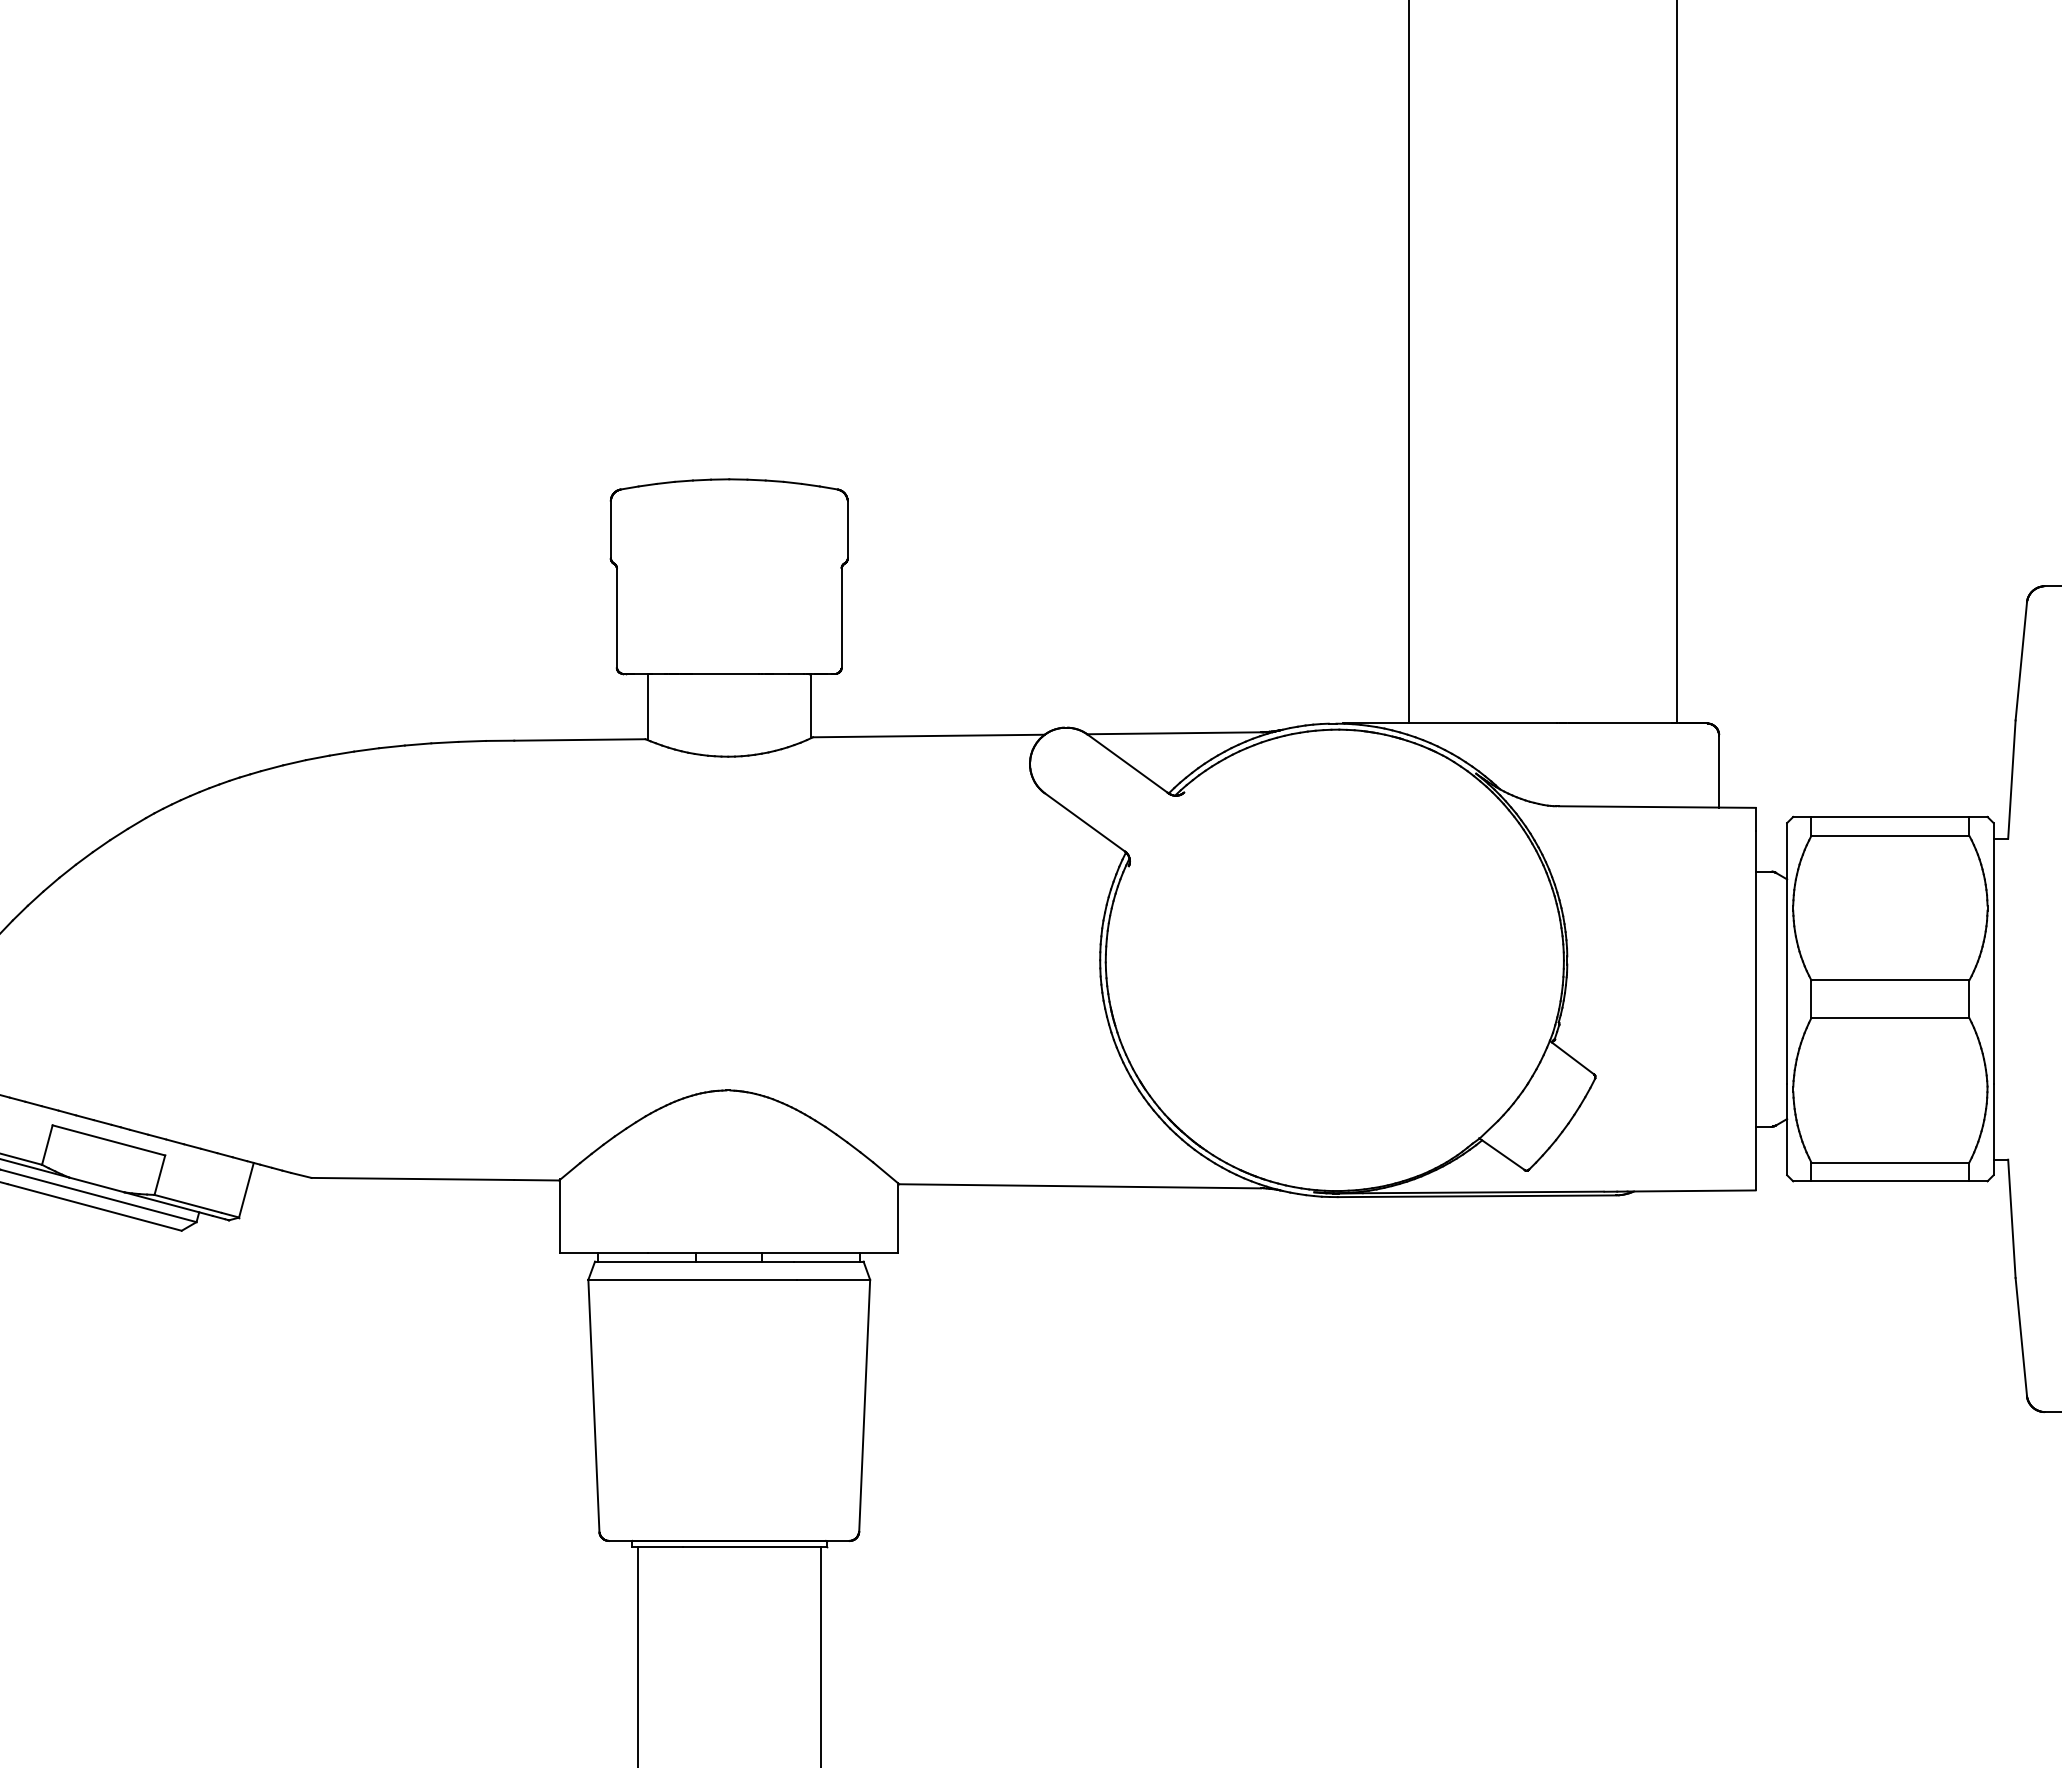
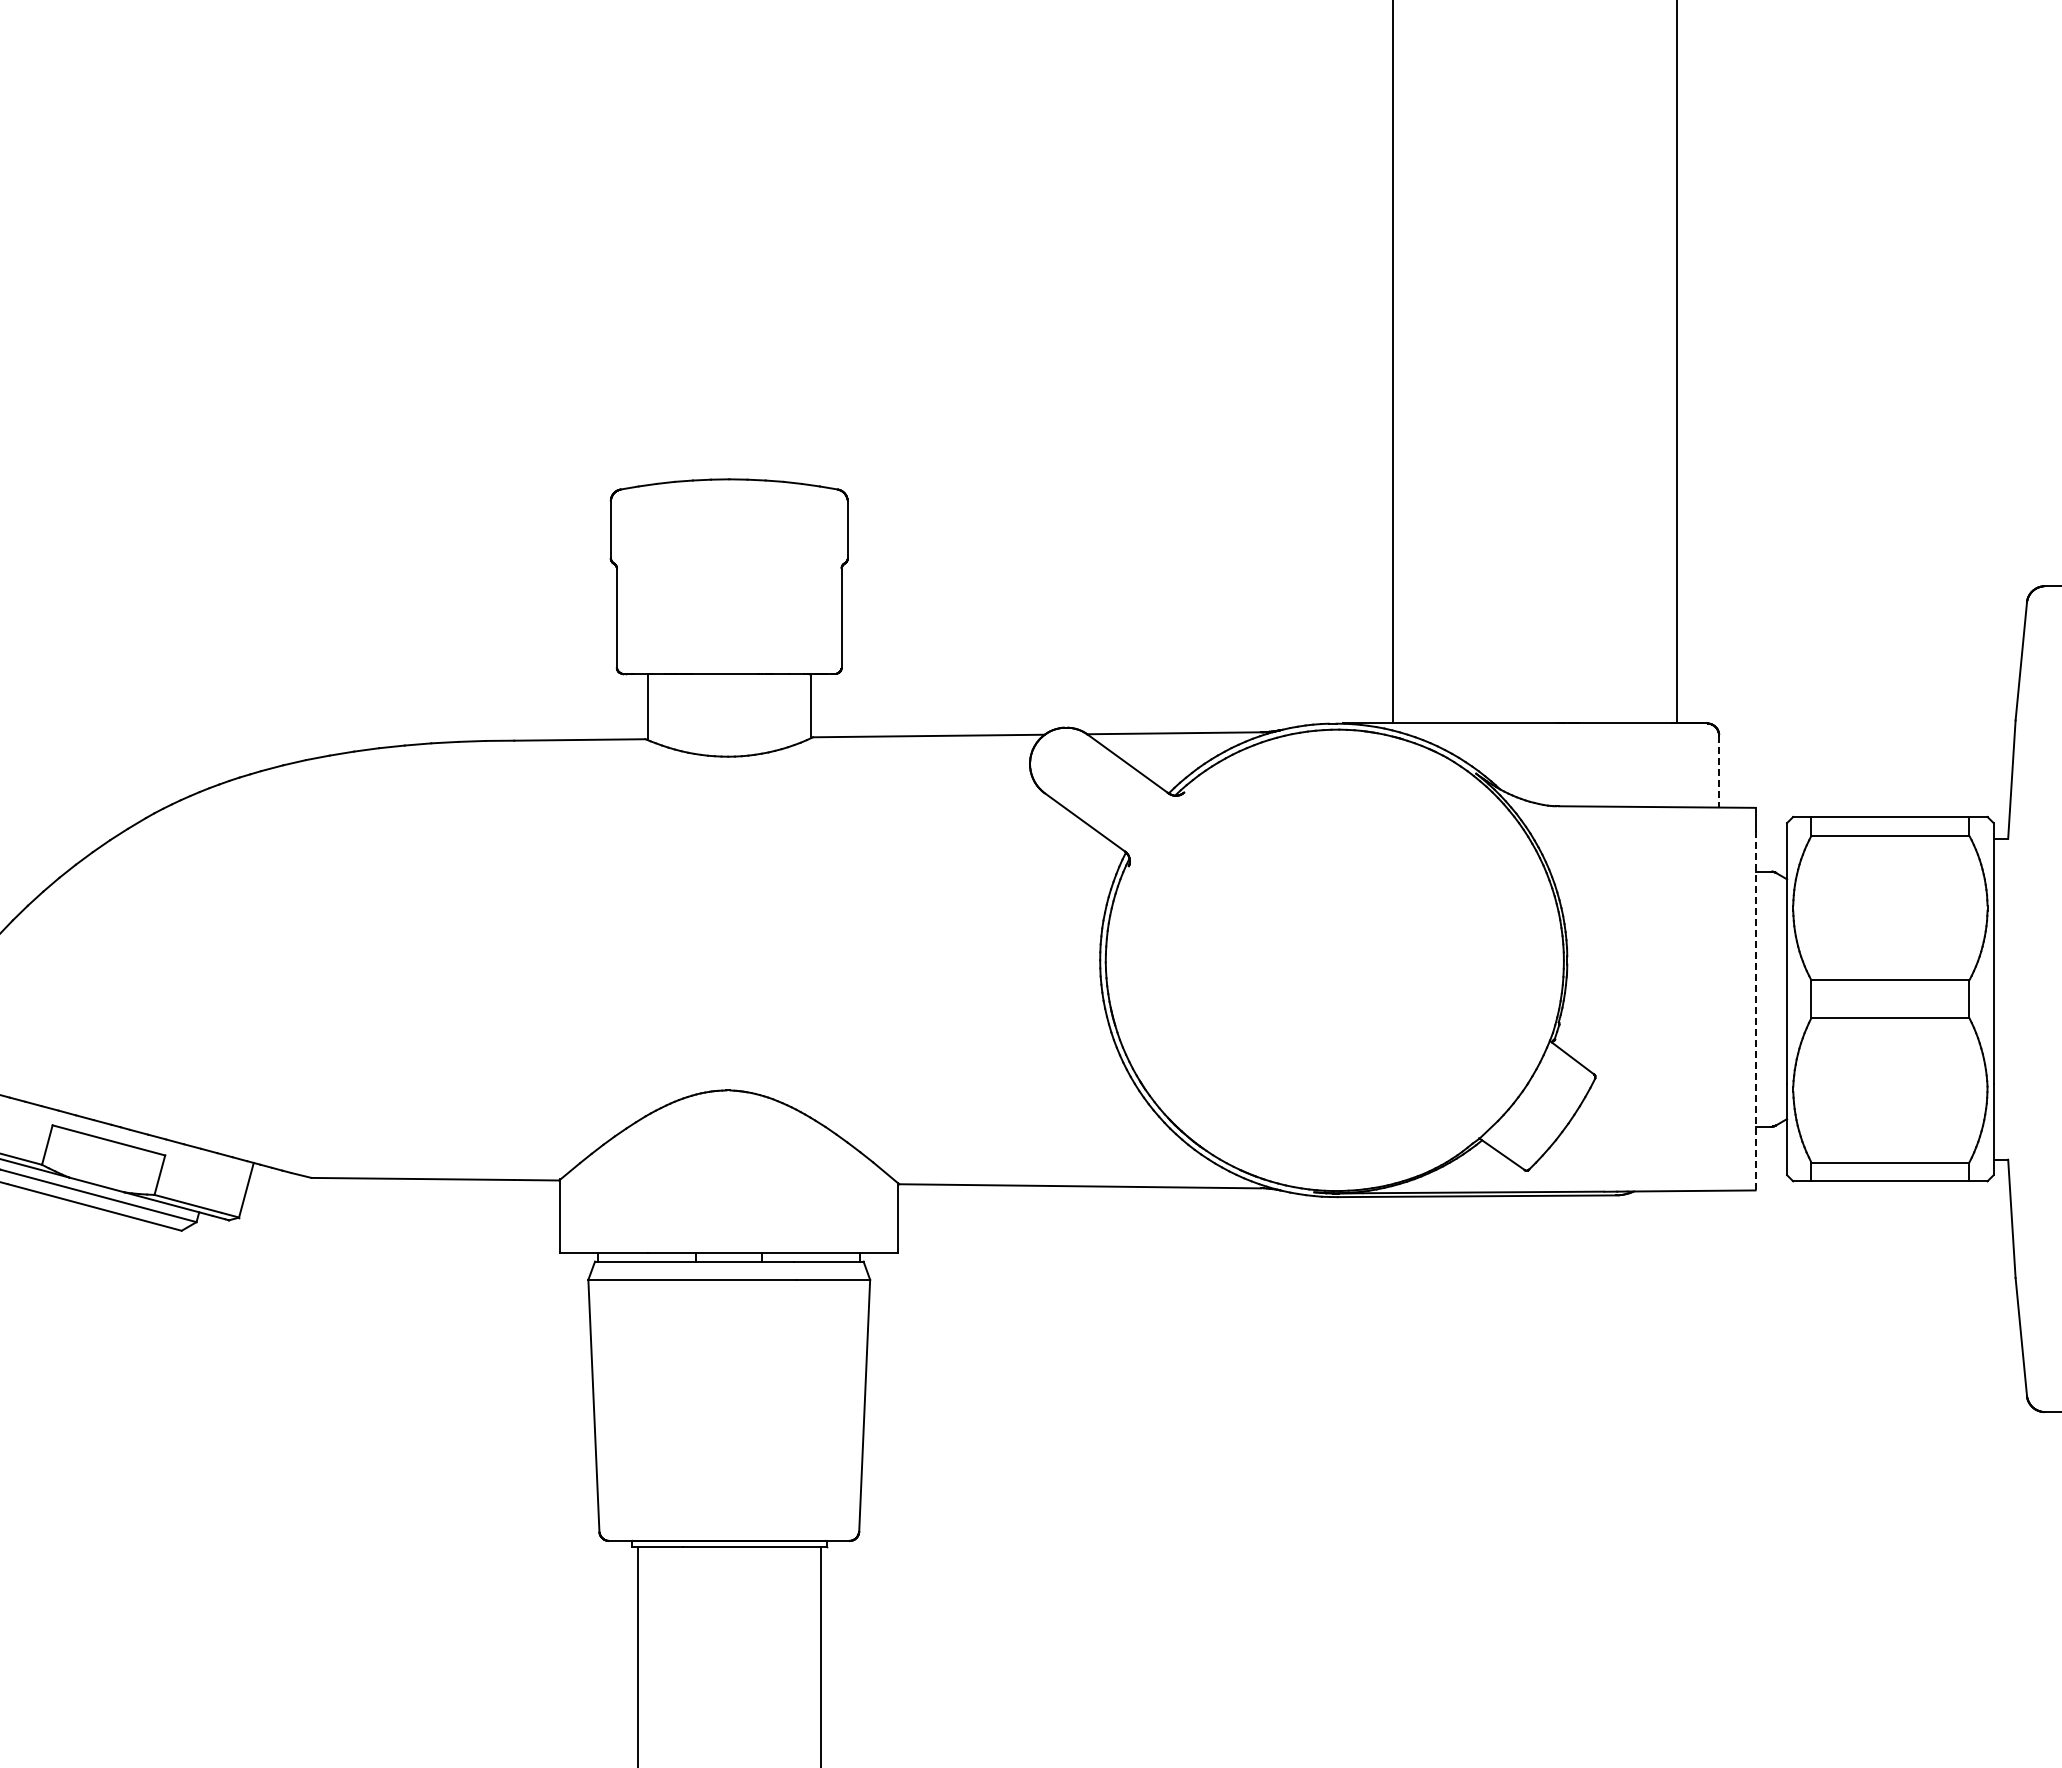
line at (1409, 362) position: (1409, 362) -> (1393, 362)
line at (1719, 772): solid -> dashed
line at (1755, 1010): solid -> dashed
